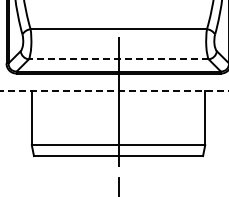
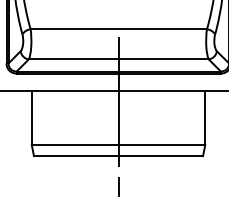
line at (118, 59): dashed -> solid
line at (114, 91): dashed -> solid
